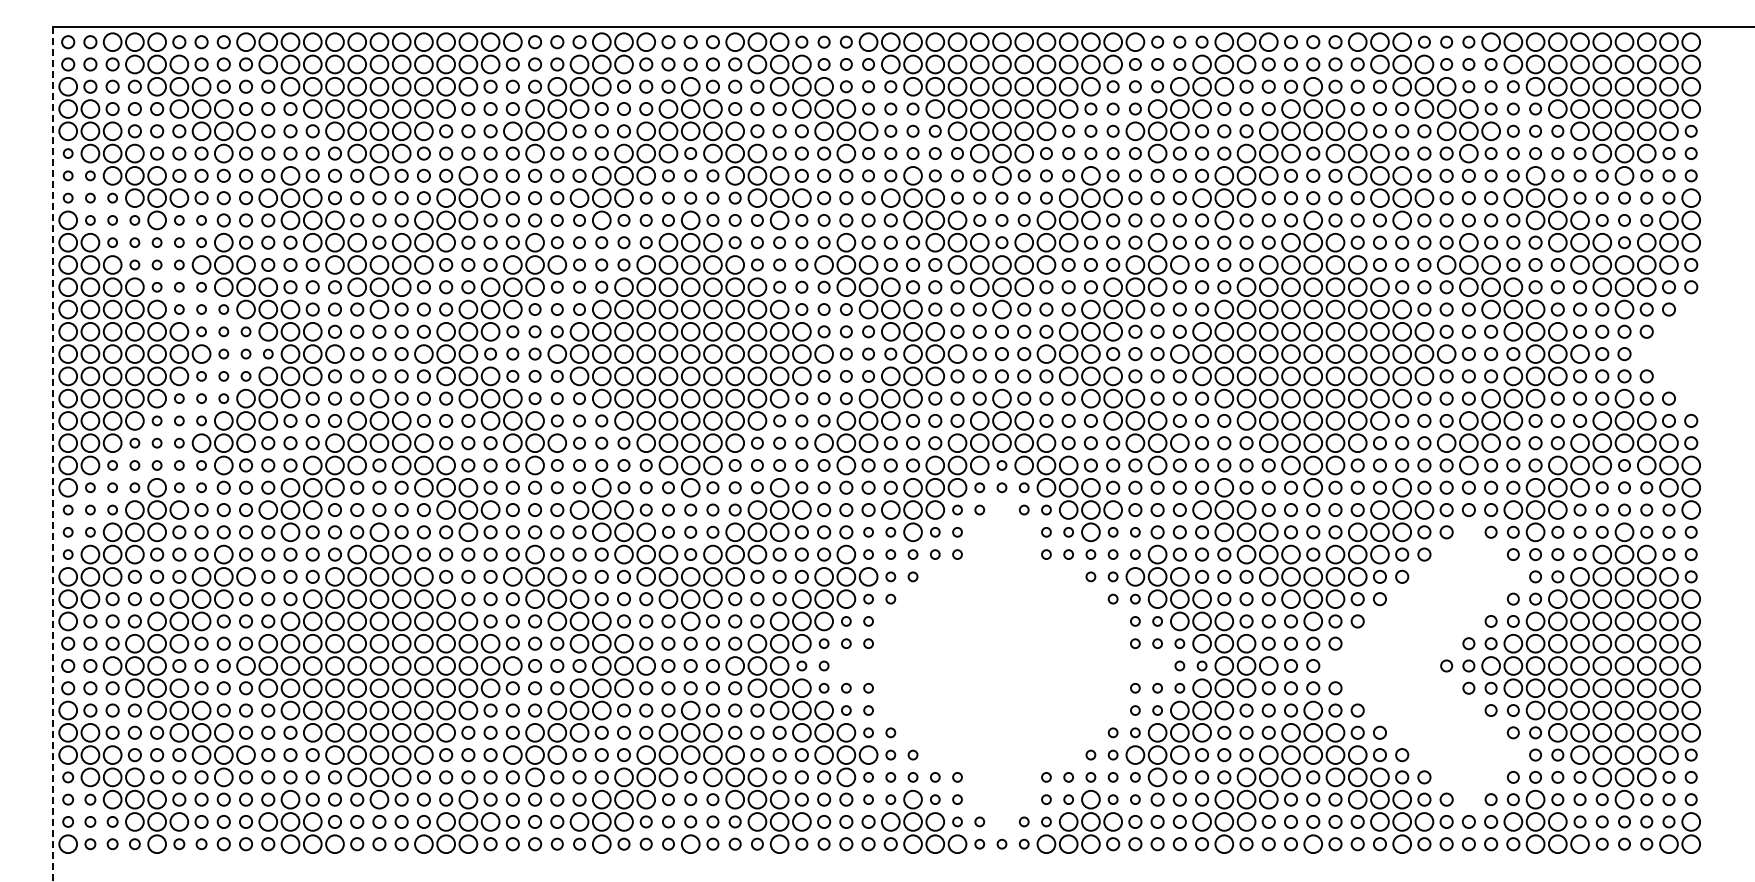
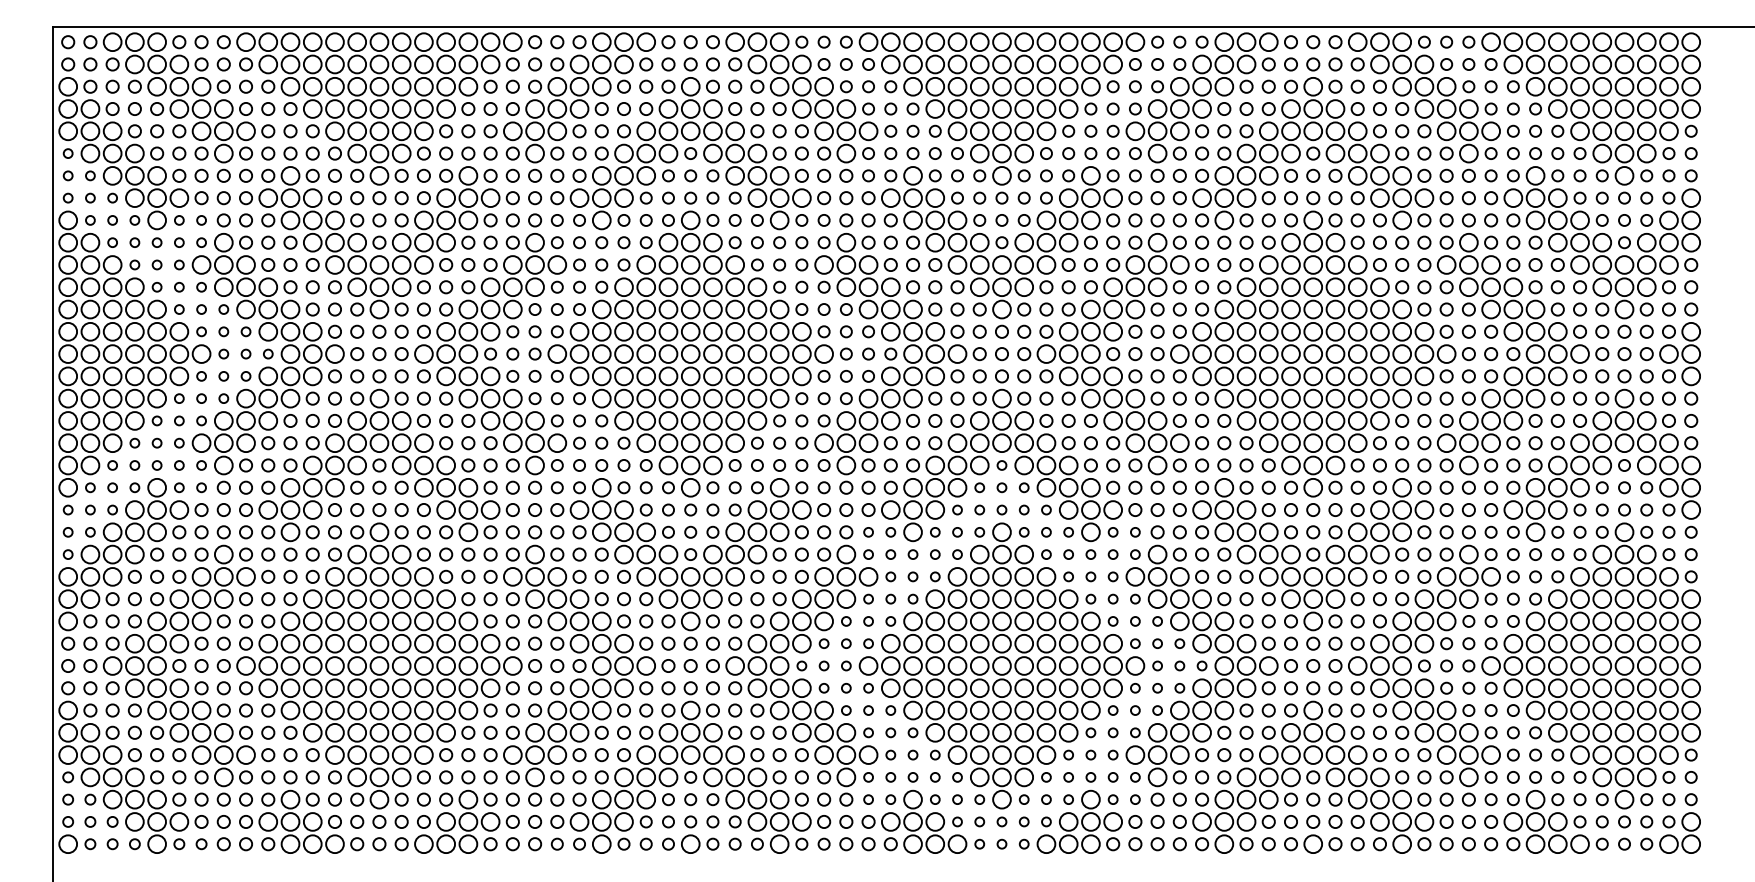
part at (1669, 353): none -> present
line at (52, 454): dashed -> solid
part at (1001, 665): none -> present
part at (1423, 665): none -> present
